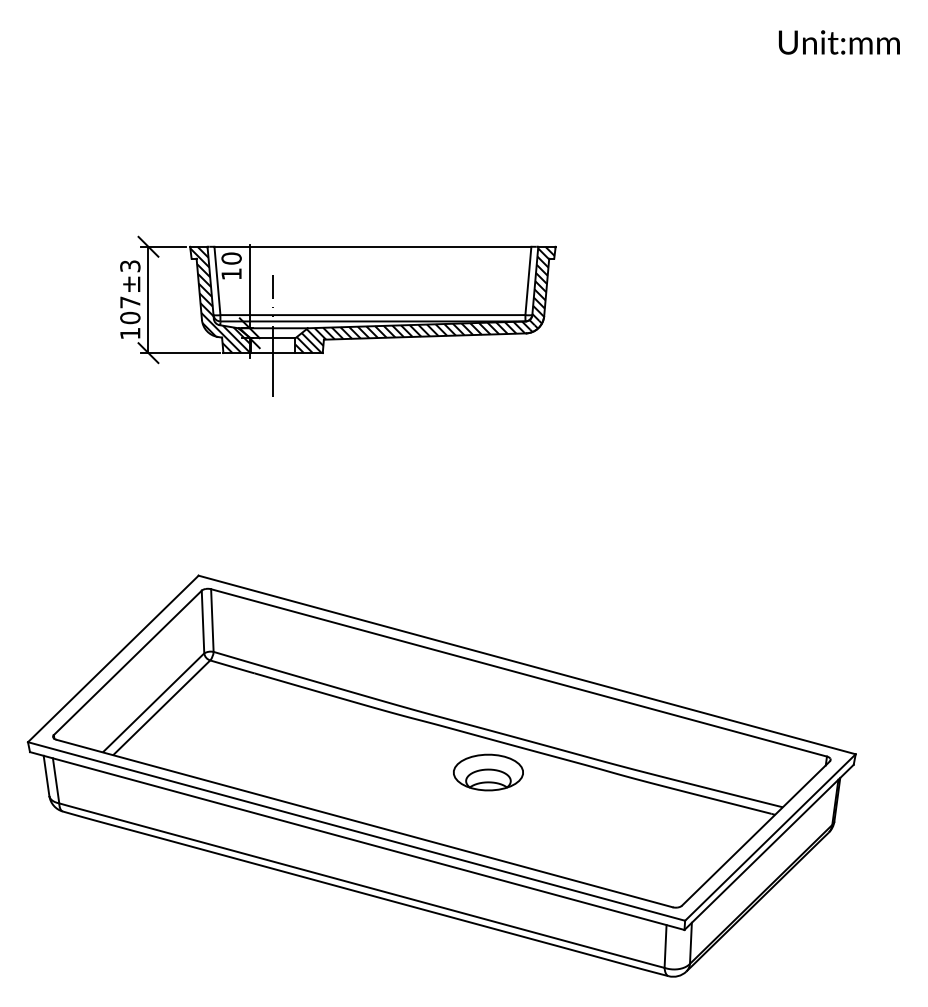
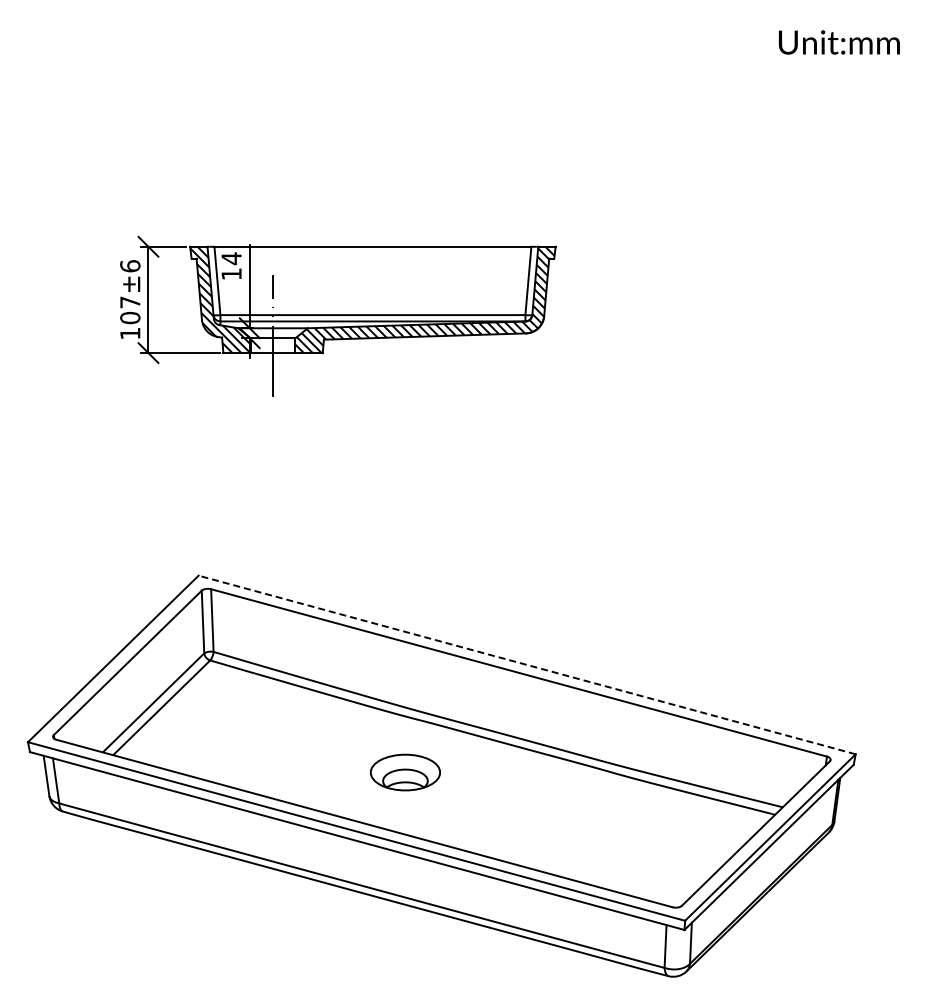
text at (231, 258): 10 -> 14
text at (130, 266): 107±3 -> 107±6
line at (526, 664): solid -> dashed
part at (488, 772) position: (488, 772) -> (405, 772)
